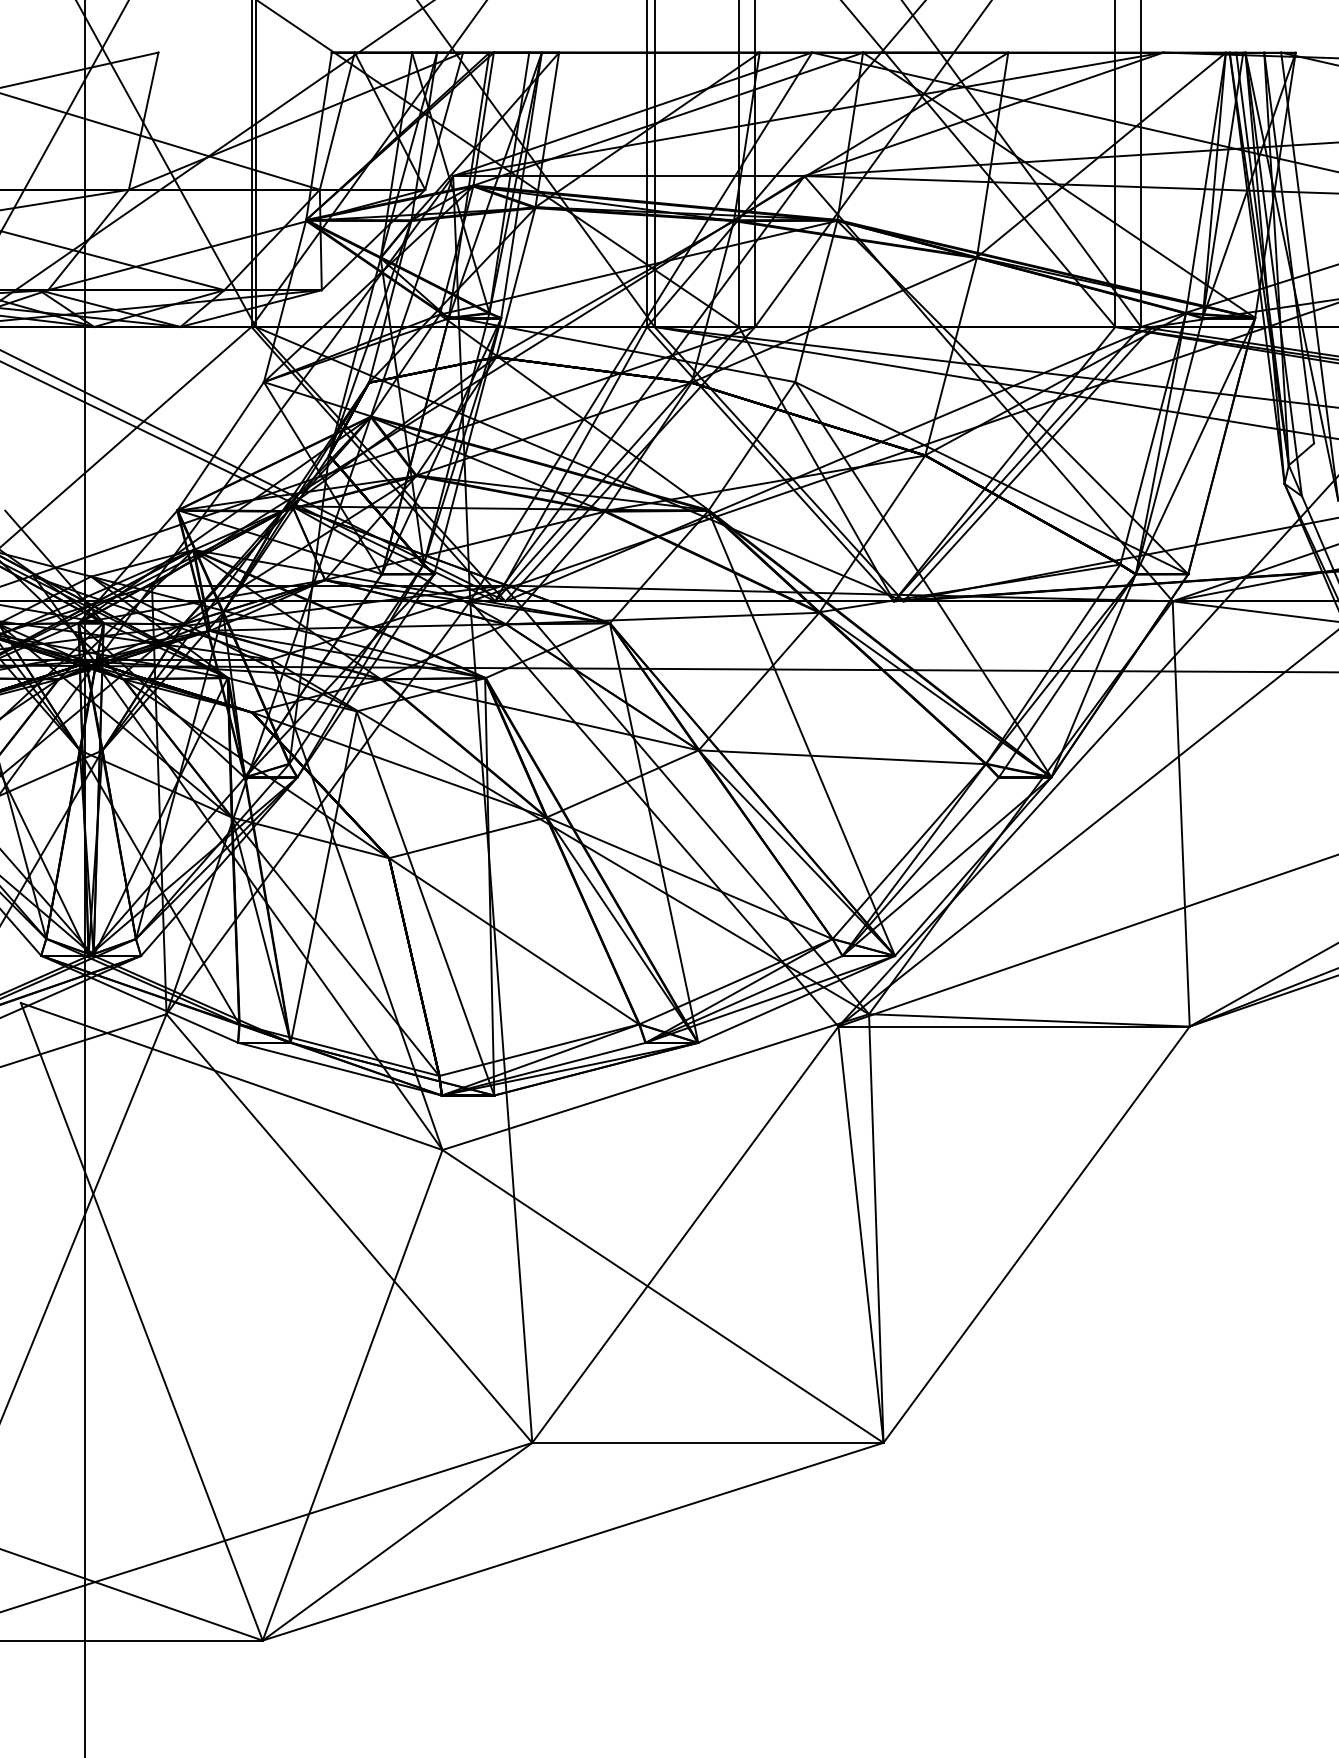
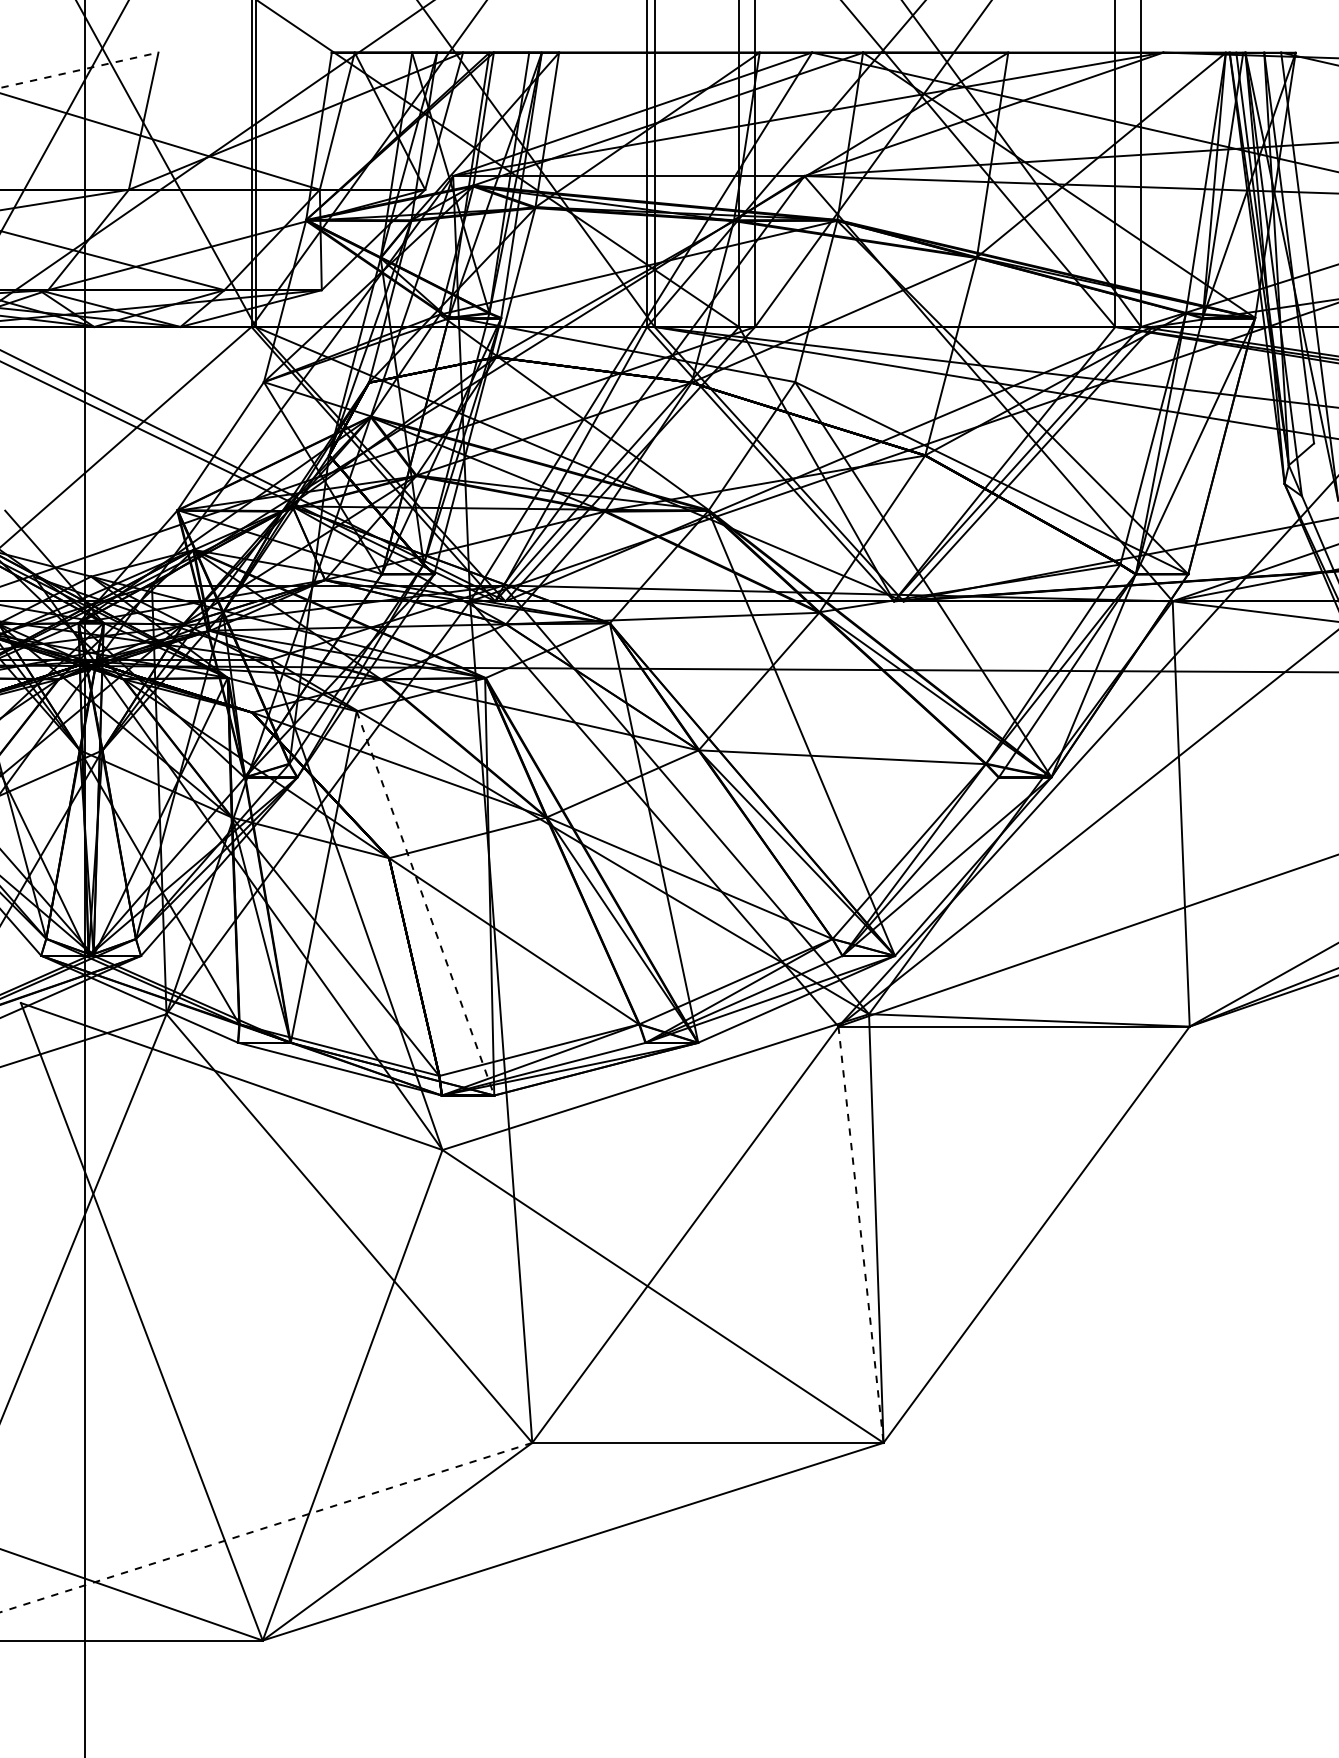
line at (79, 70): solid -> dashed
line at (425, 903): solid -> dashed
line at (861, 1235): solid -> dashed
line at (265, 1527): solid -> dashed
